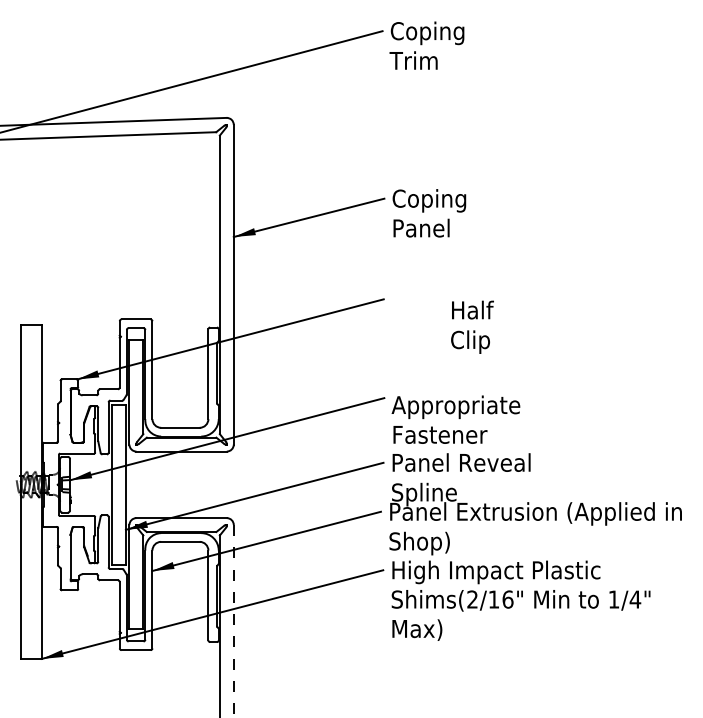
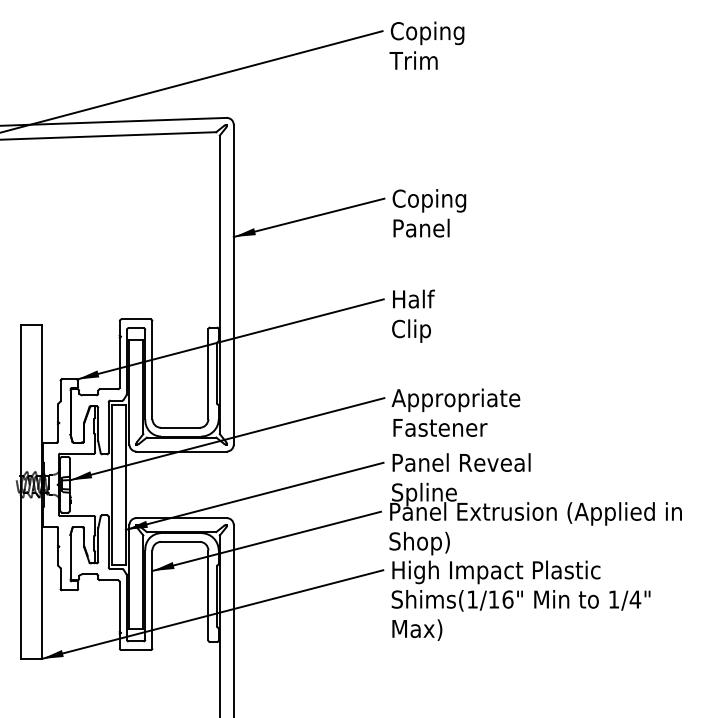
text at (472, 326) position: (472, 326) -> (413, 315)
text at (455, 419) position: (455, 419) -> (455, 412)
text at (472, 599): (2/16" -> (1/16"
line at (233, 622): dashed -> solid
